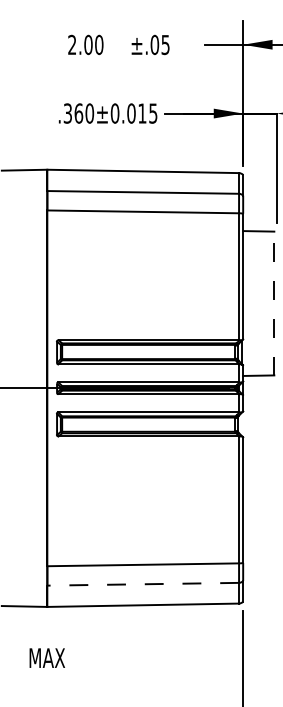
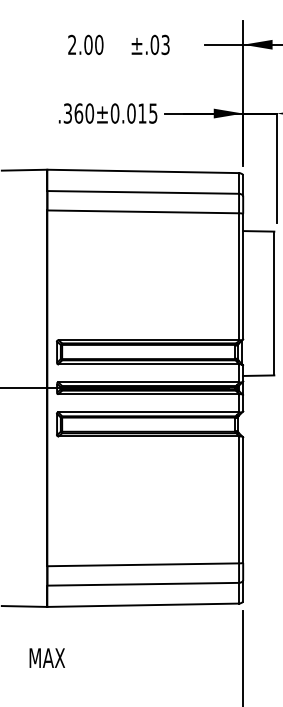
text at (165, 44): ±.05 -> ±.03
line at (274, 303): dashed -> solid
line at (143, 584): dashed -> solid
